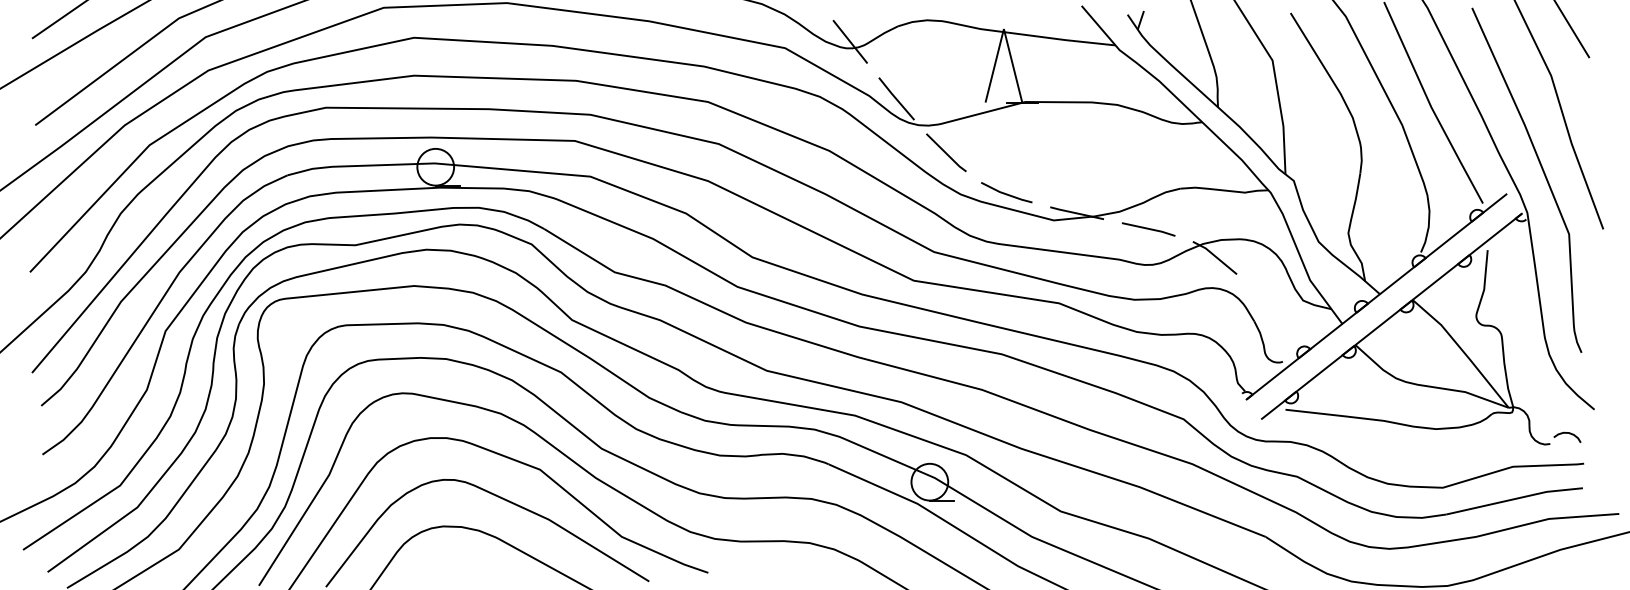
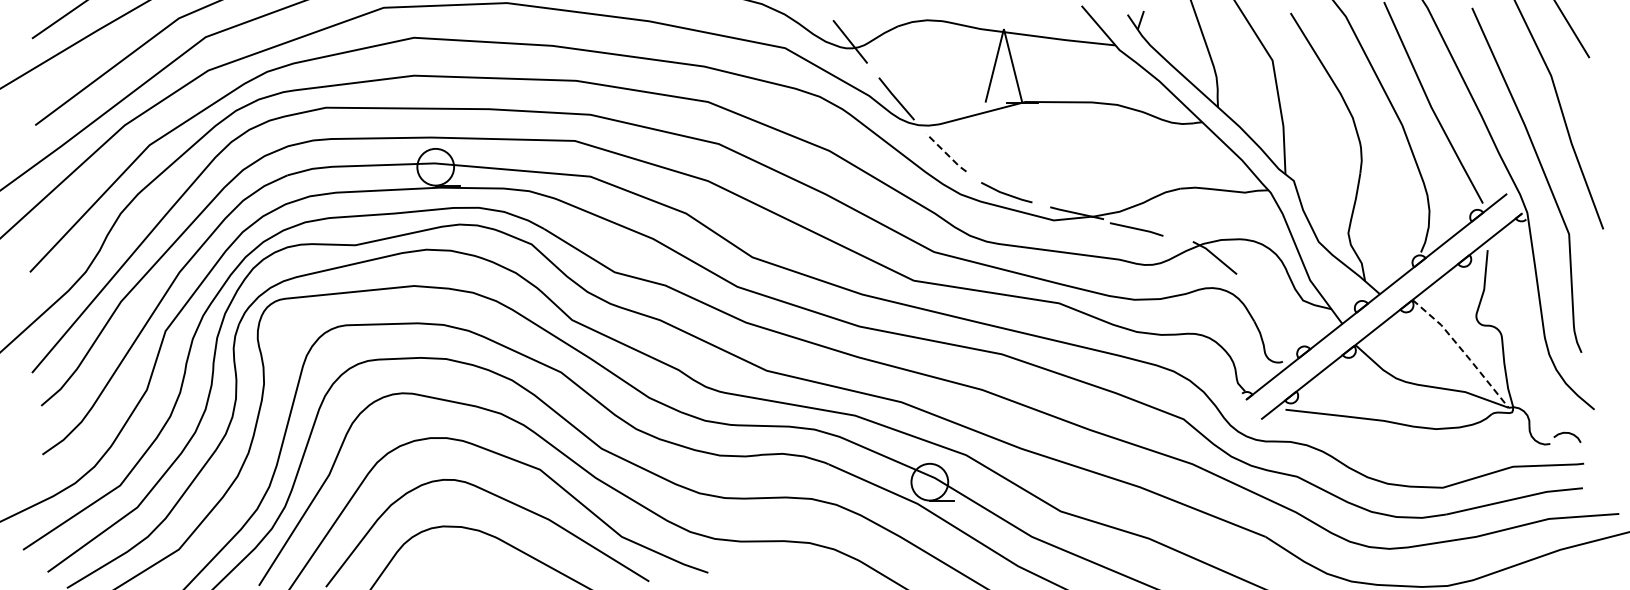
line at (946, 153): solid -> dashed
line at (1148, 229) position: (1148, 229) -> (1136, 229)
line at (1463, 351): solid -> dashed
